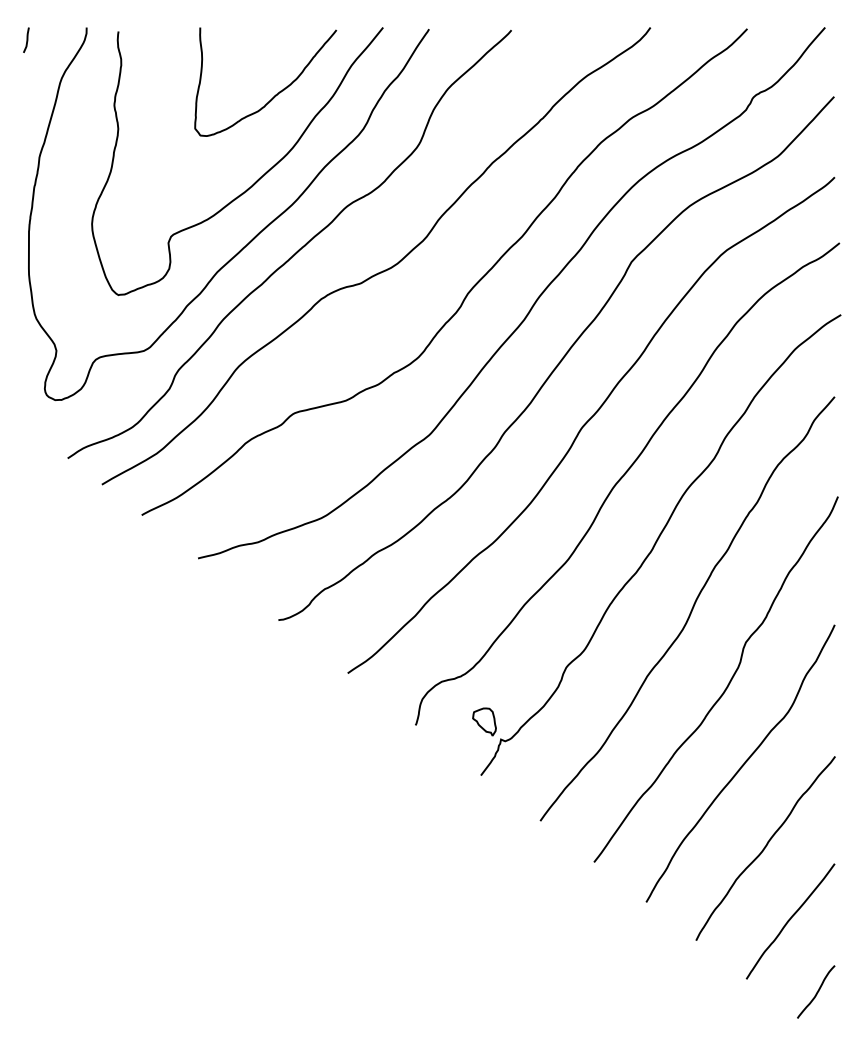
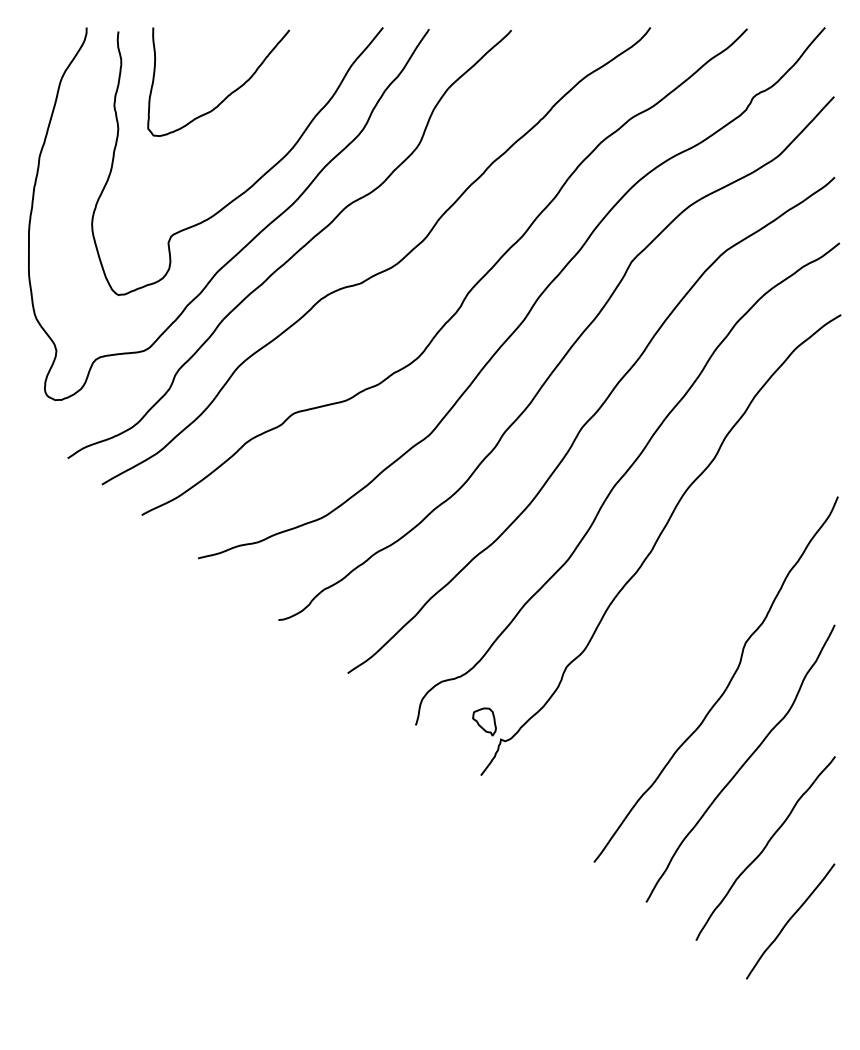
line at (26, 39): present -> none
curve at (275, 94) position: (275, 94) -> (228, 94)
curve at (690, 610): present -> none
curve at (817, 991): present -> none
